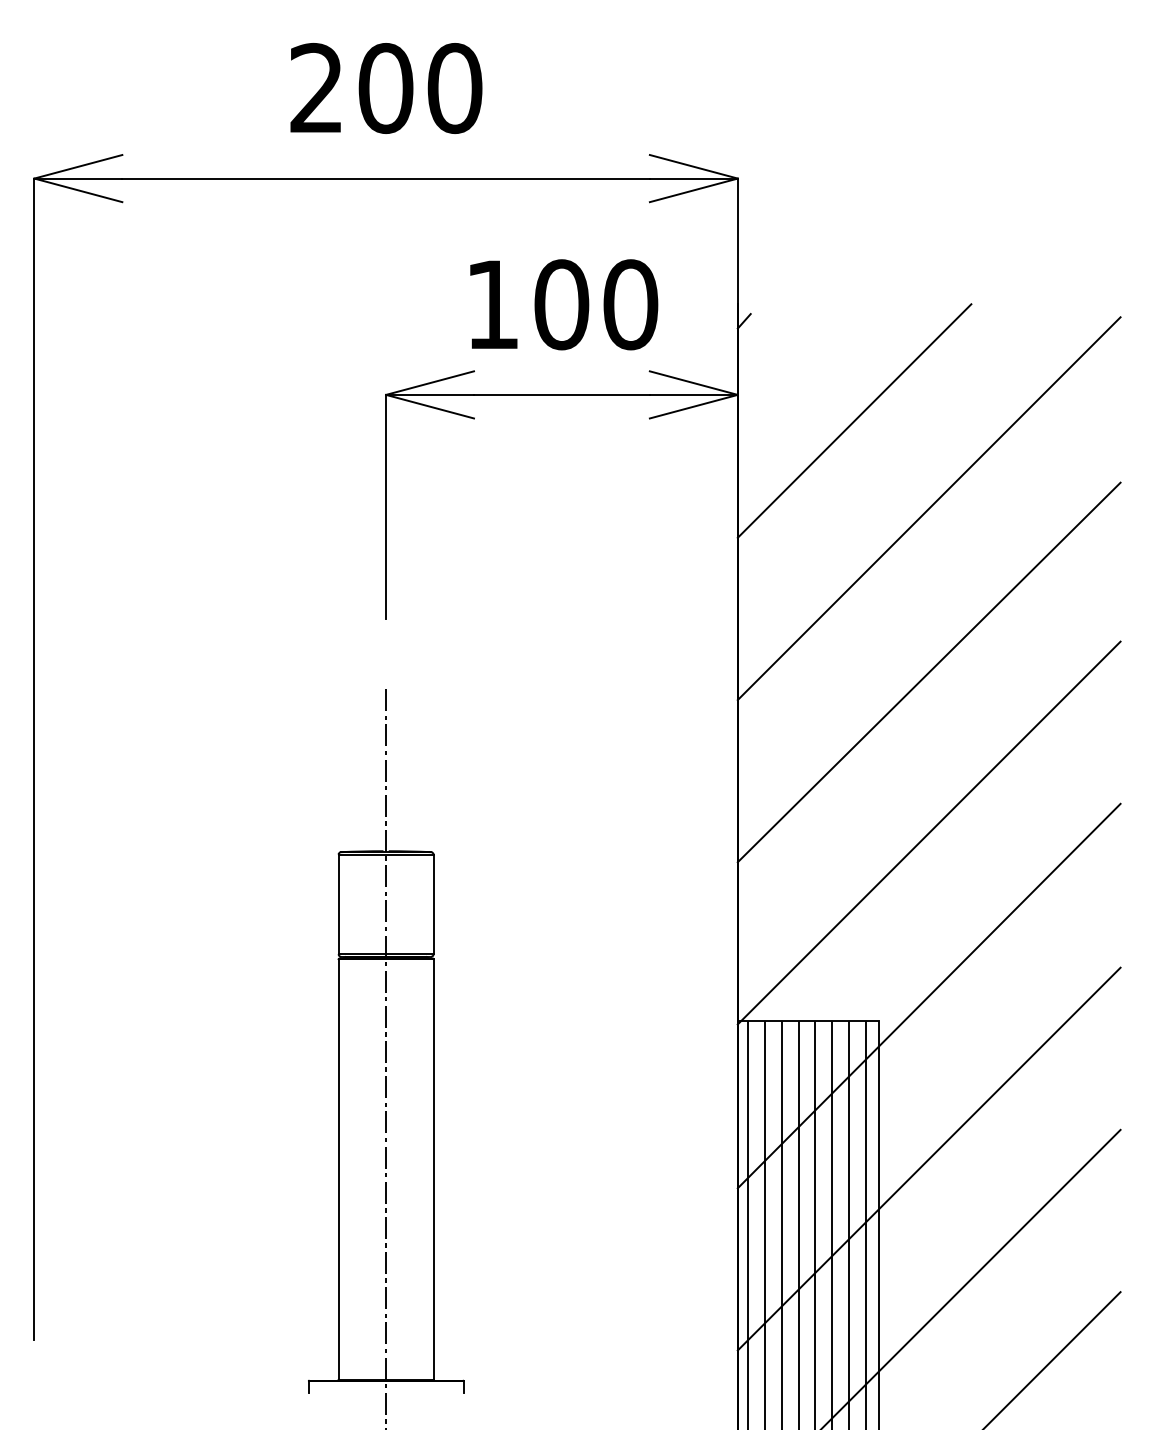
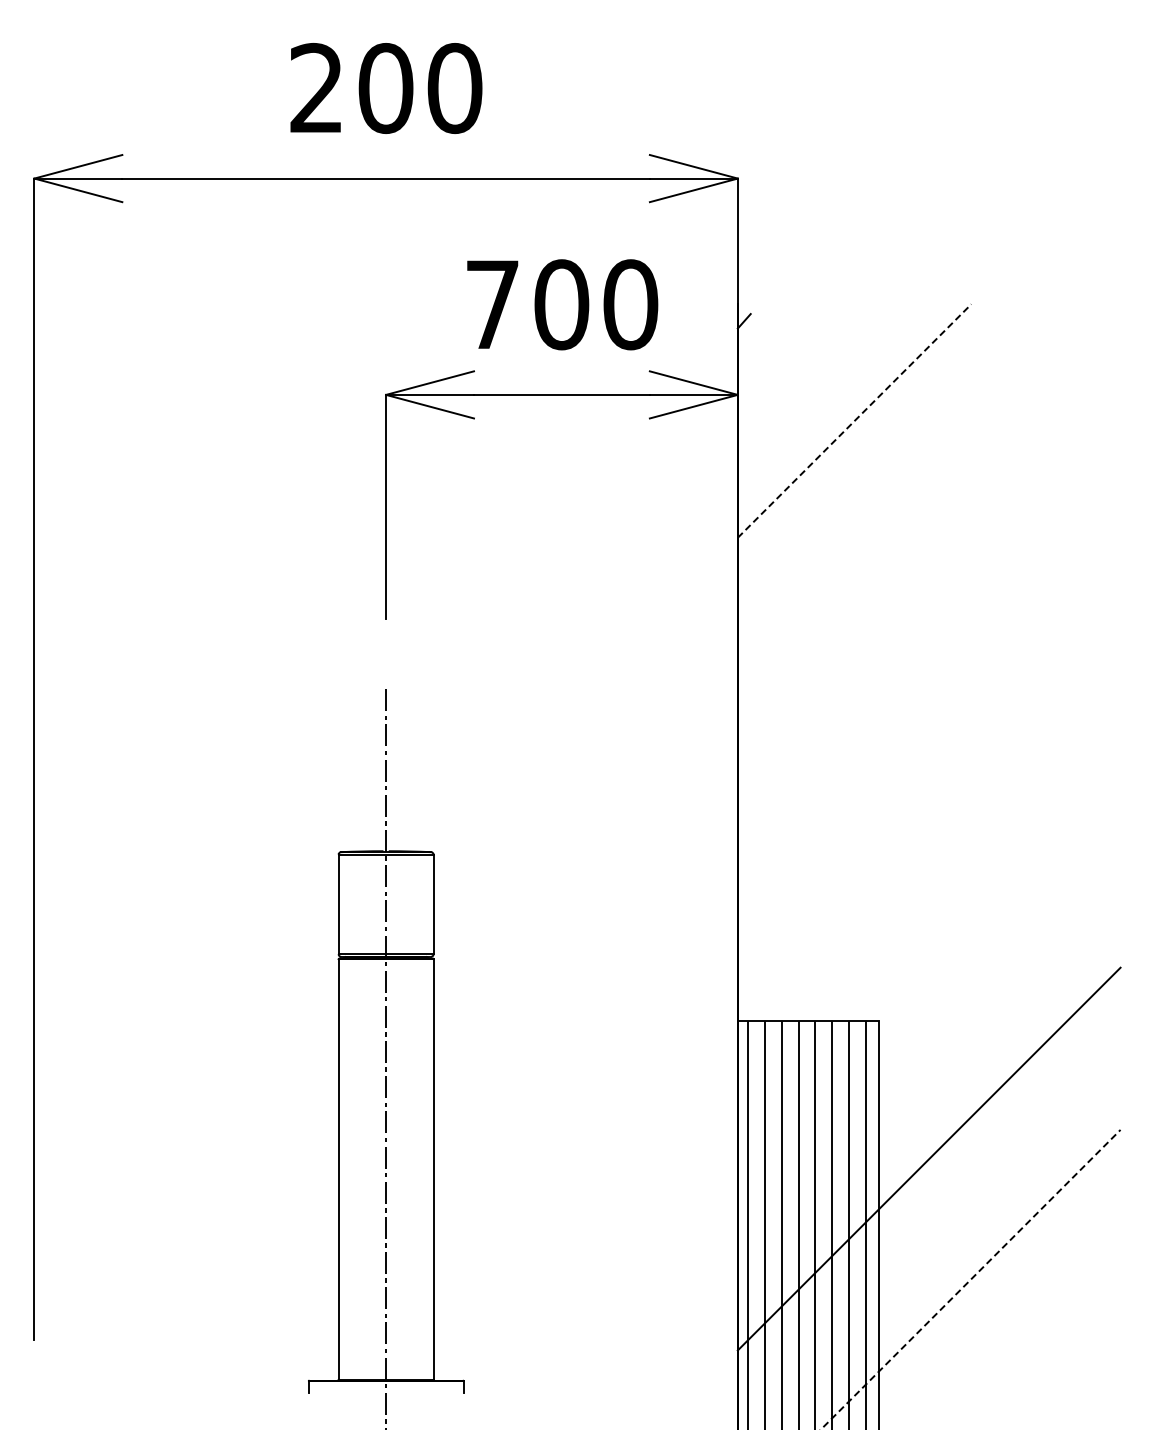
text at (492, 304): 100 -> 700
line at (854, 420): solid -> dashed
line at (928, 508): present -> none
line at (928, 672): present -> none
line at (928, 832): present -> none
line at (928, 995): present -> none
line at (970, 1279): solid -> dashed
line at (1053, 1359): present -> none
